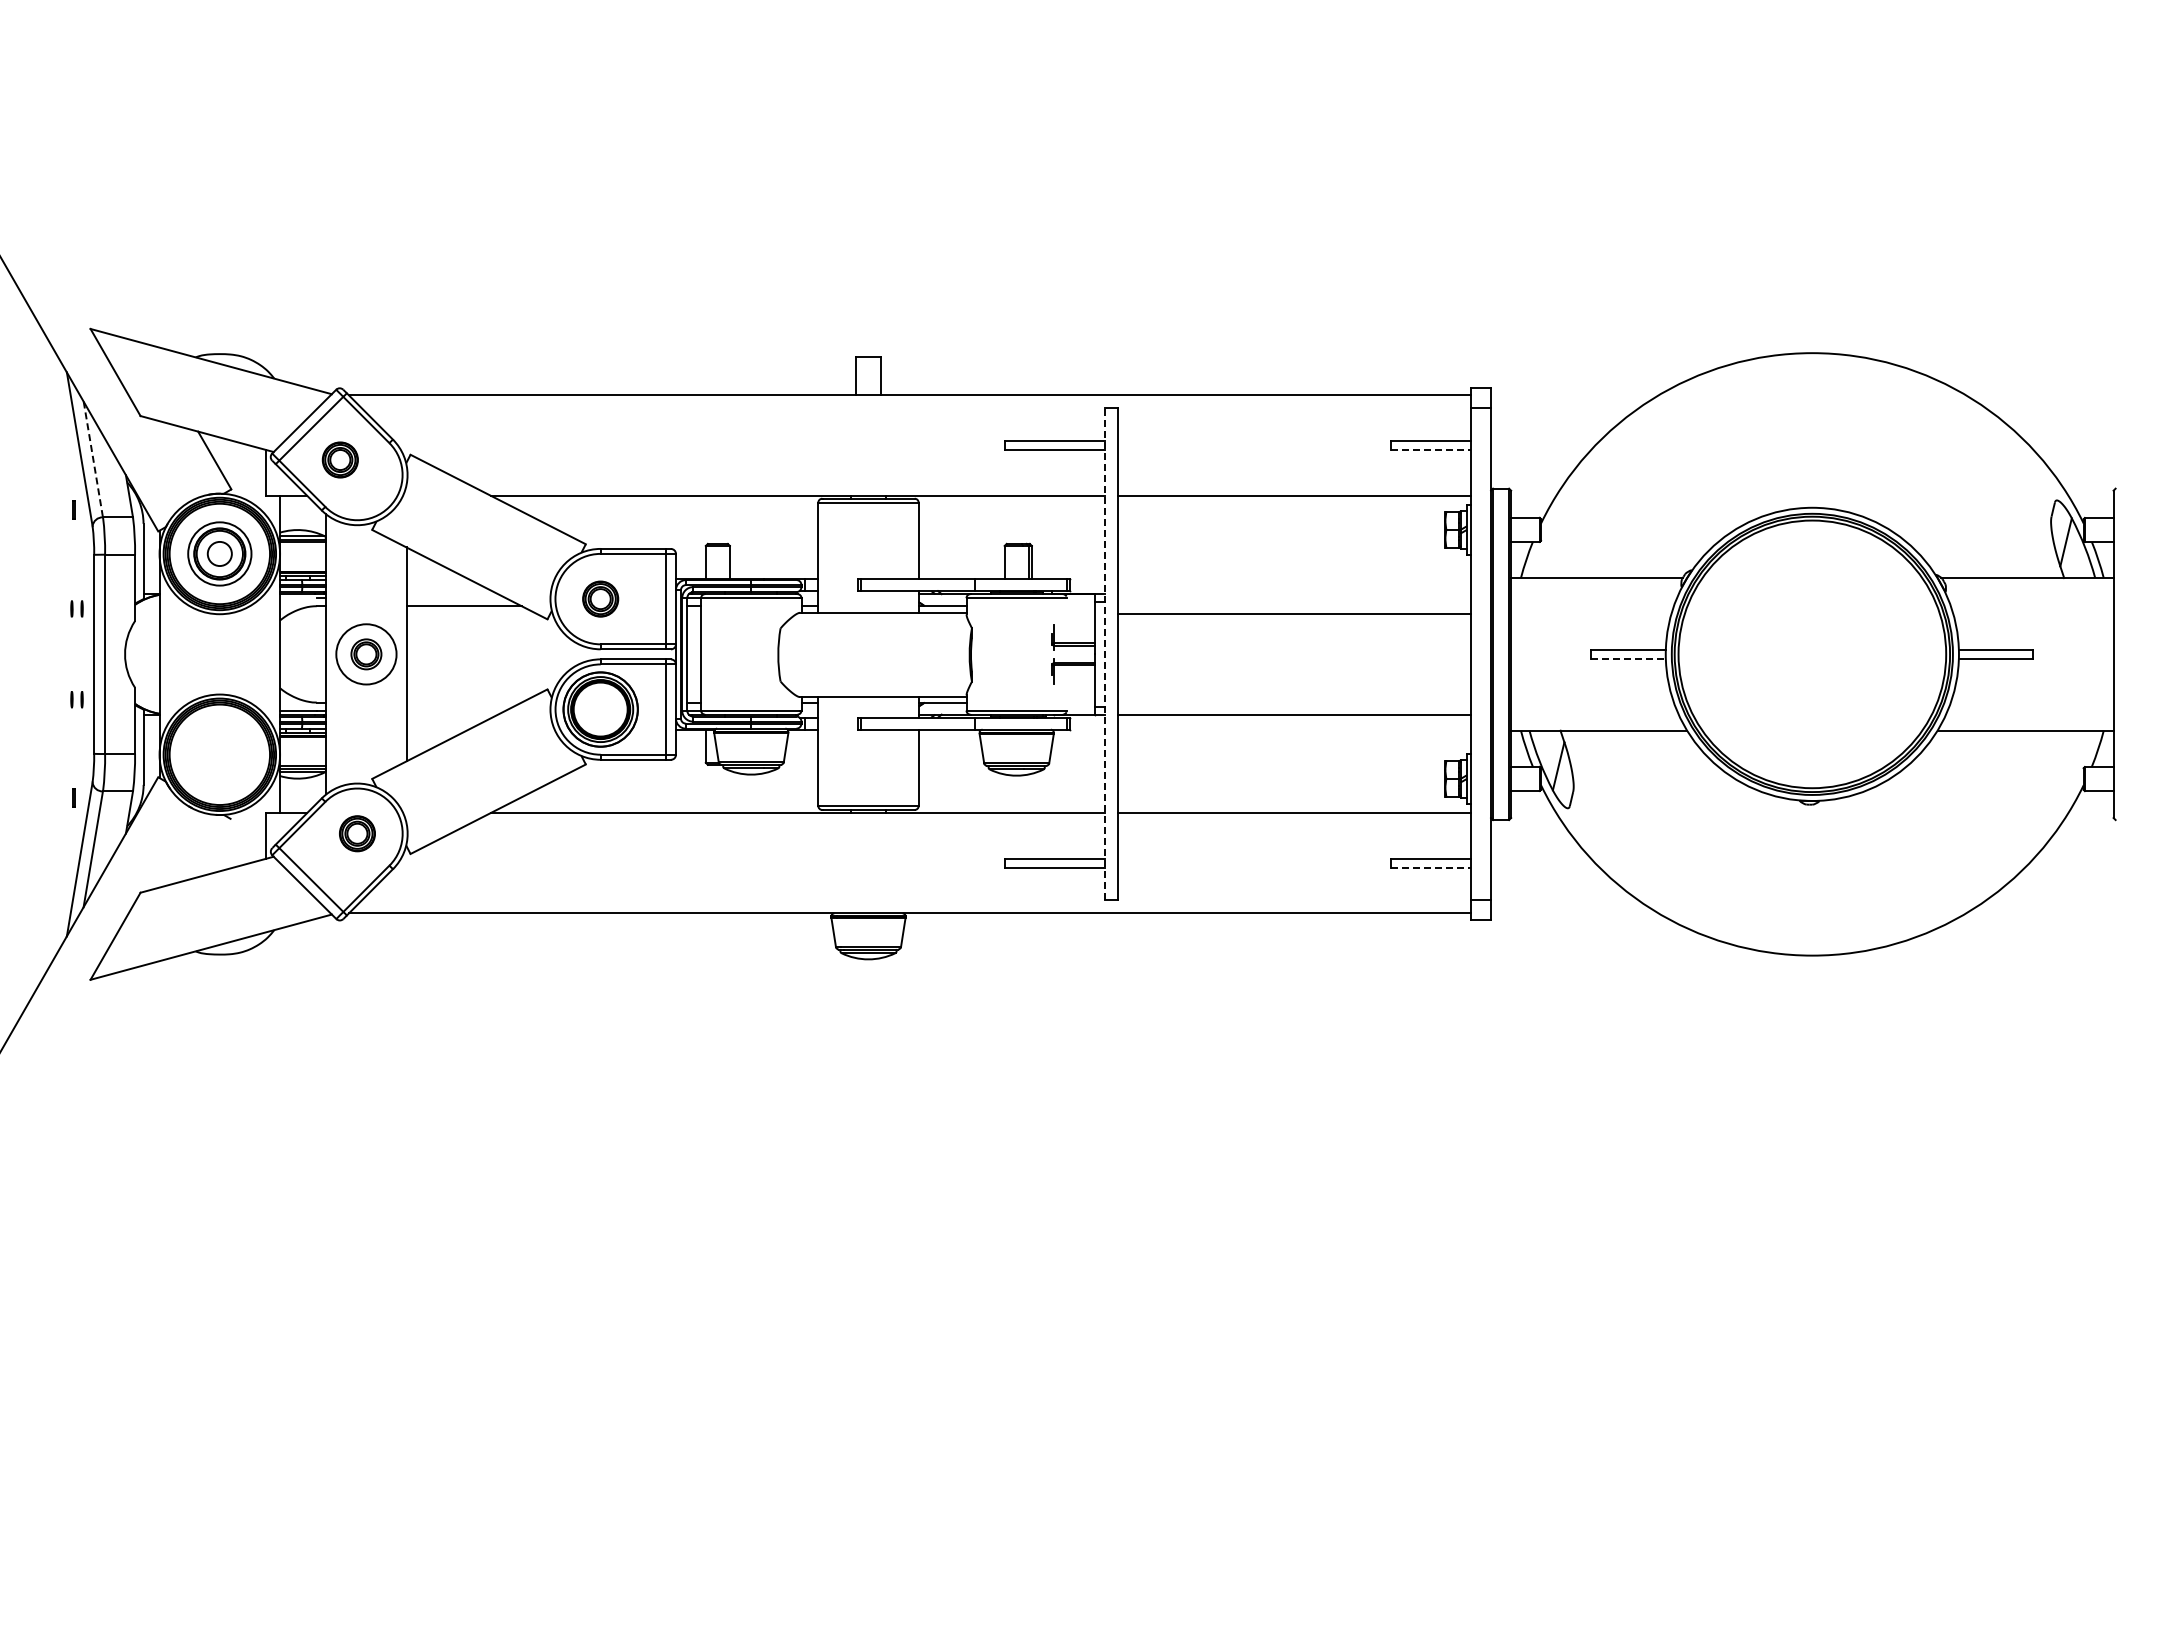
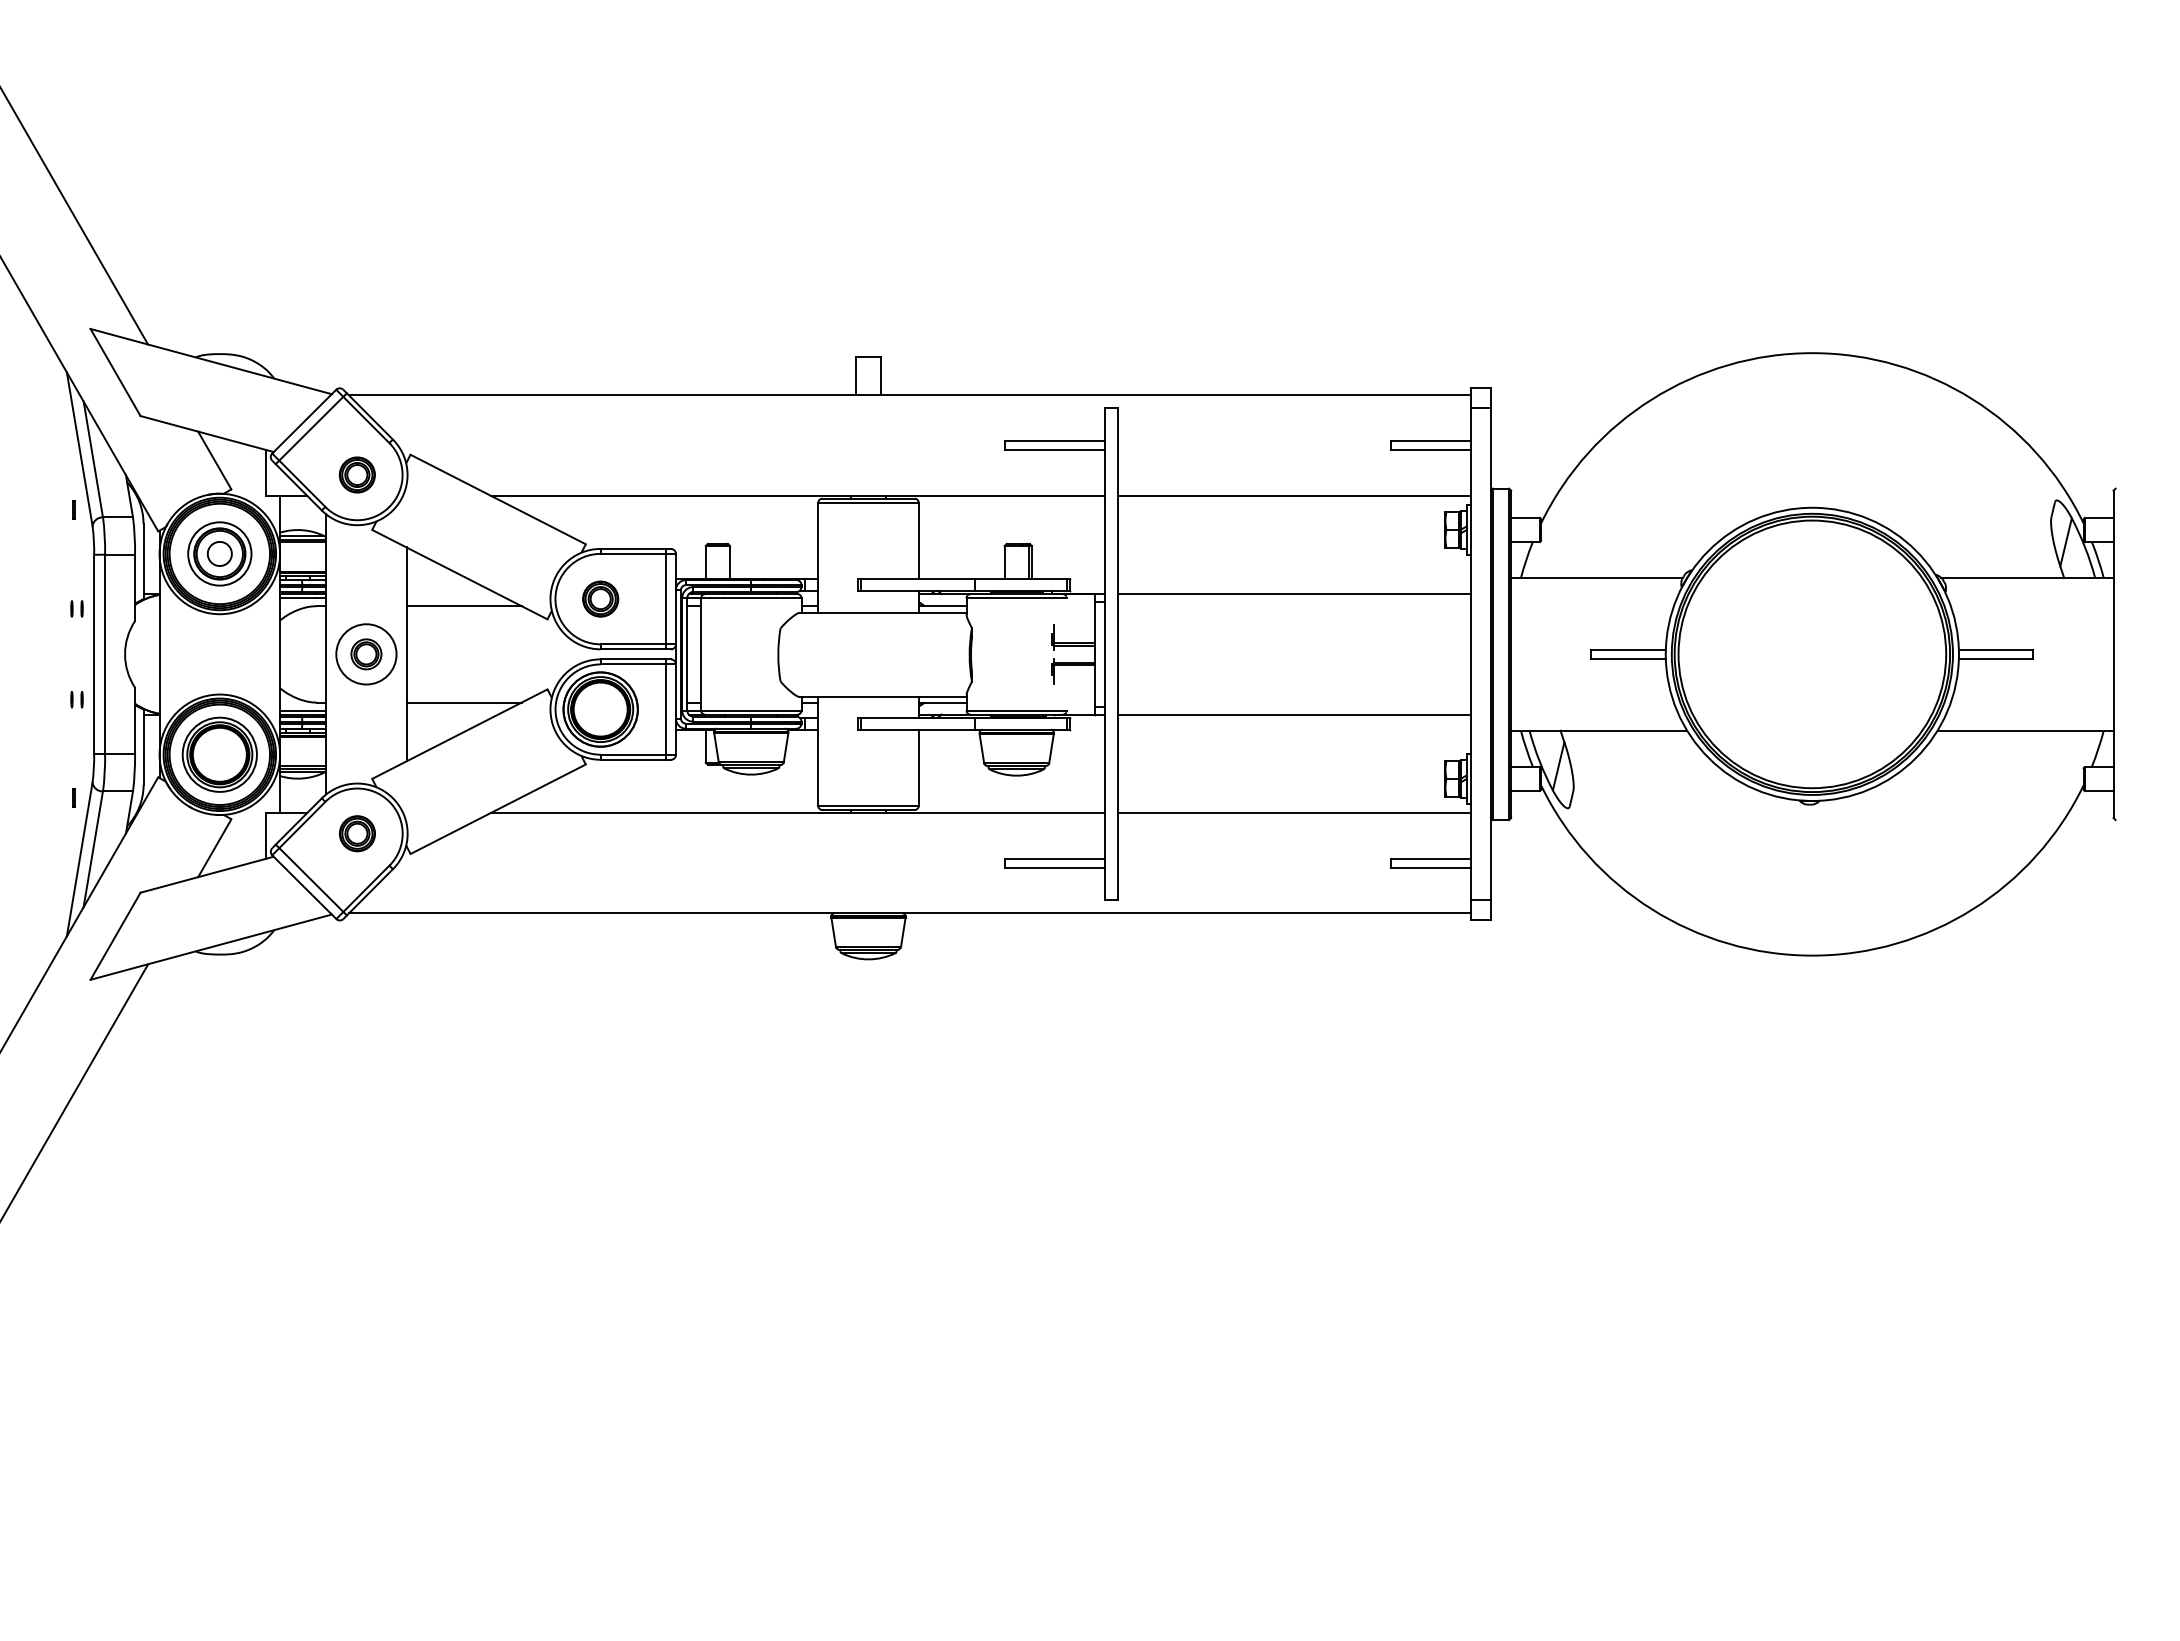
line at (75, 217): none -> present
line at (1431, 450): dashed -> solid
line at (93, 459): dashed -> solid
part at (339, 459) position: (339, 459) -> (356, 474)
line at (298, 598): none -> present
line at (1293, 614) position: (1293, 614) -> (1293, 594)
line at (1105, 653): dashed -> solid
line at (1629, 658): dashed -> solid
line at (463, 702): none -> present
part at (219, 754): none -> present
line at (214, 848): none -> present
line at (1431, 867): dashed -> solid
line at (75, 1091): none -> present
